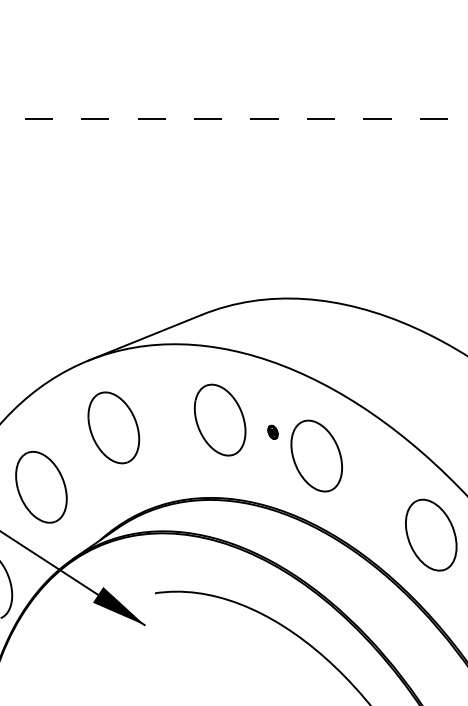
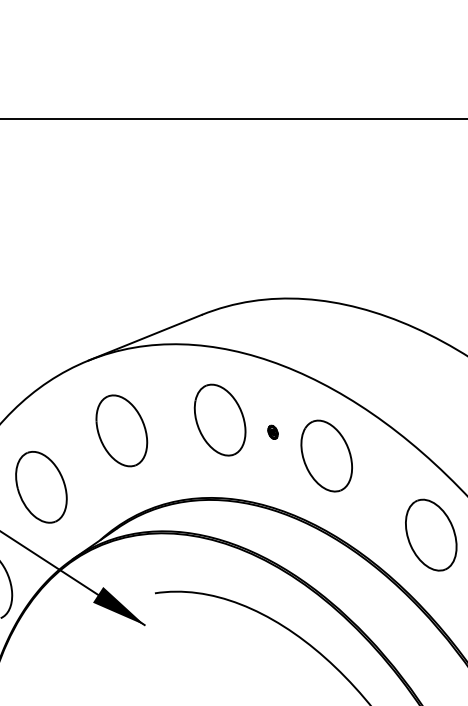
line at (234, 119): dashed -> solid
part at (113, 427) position: (113, 427) -> (121, 430)
part at (316, 455) position: (316, 455) -> (326, 455)
